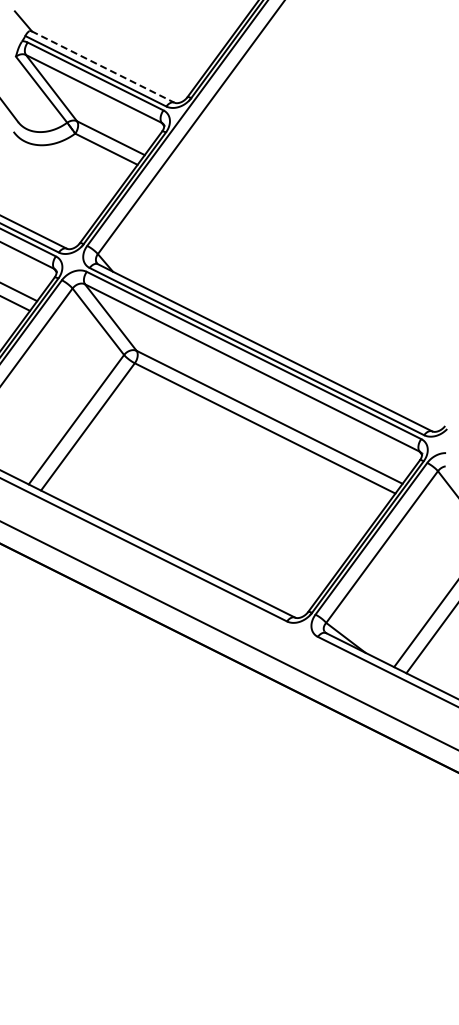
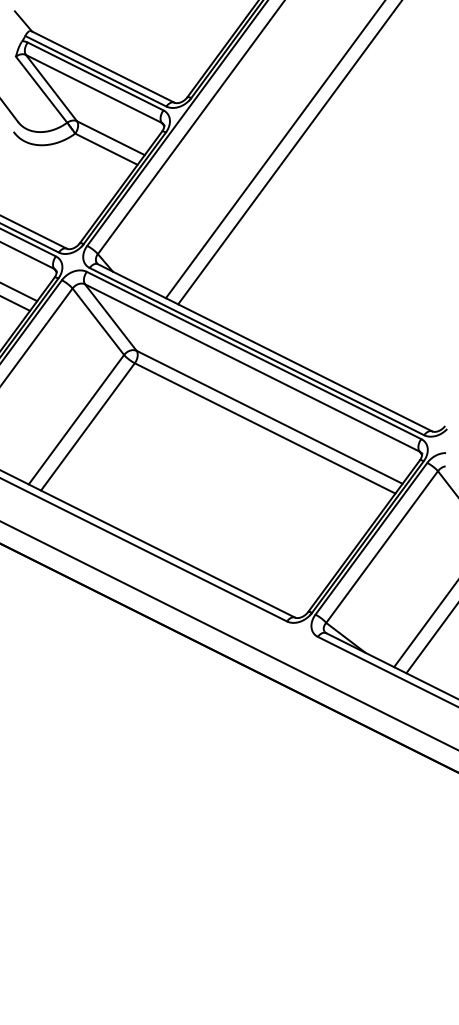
line at (103, 67): dashed -> solid
line at (274, 150): none -> present
line at (289, 153): none -> present
